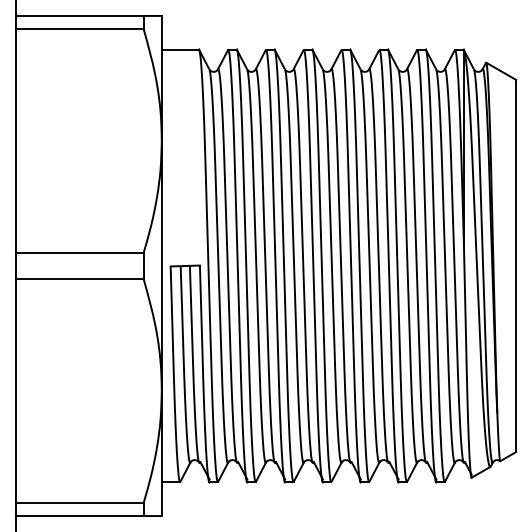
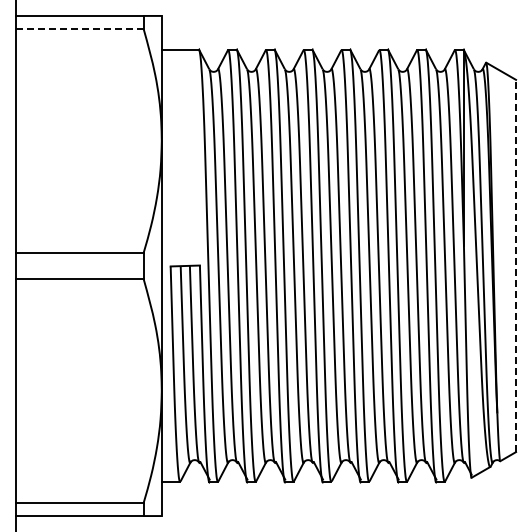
line at (79, 29): solid -> dashed
line at (516, 265): solid -> dashed
